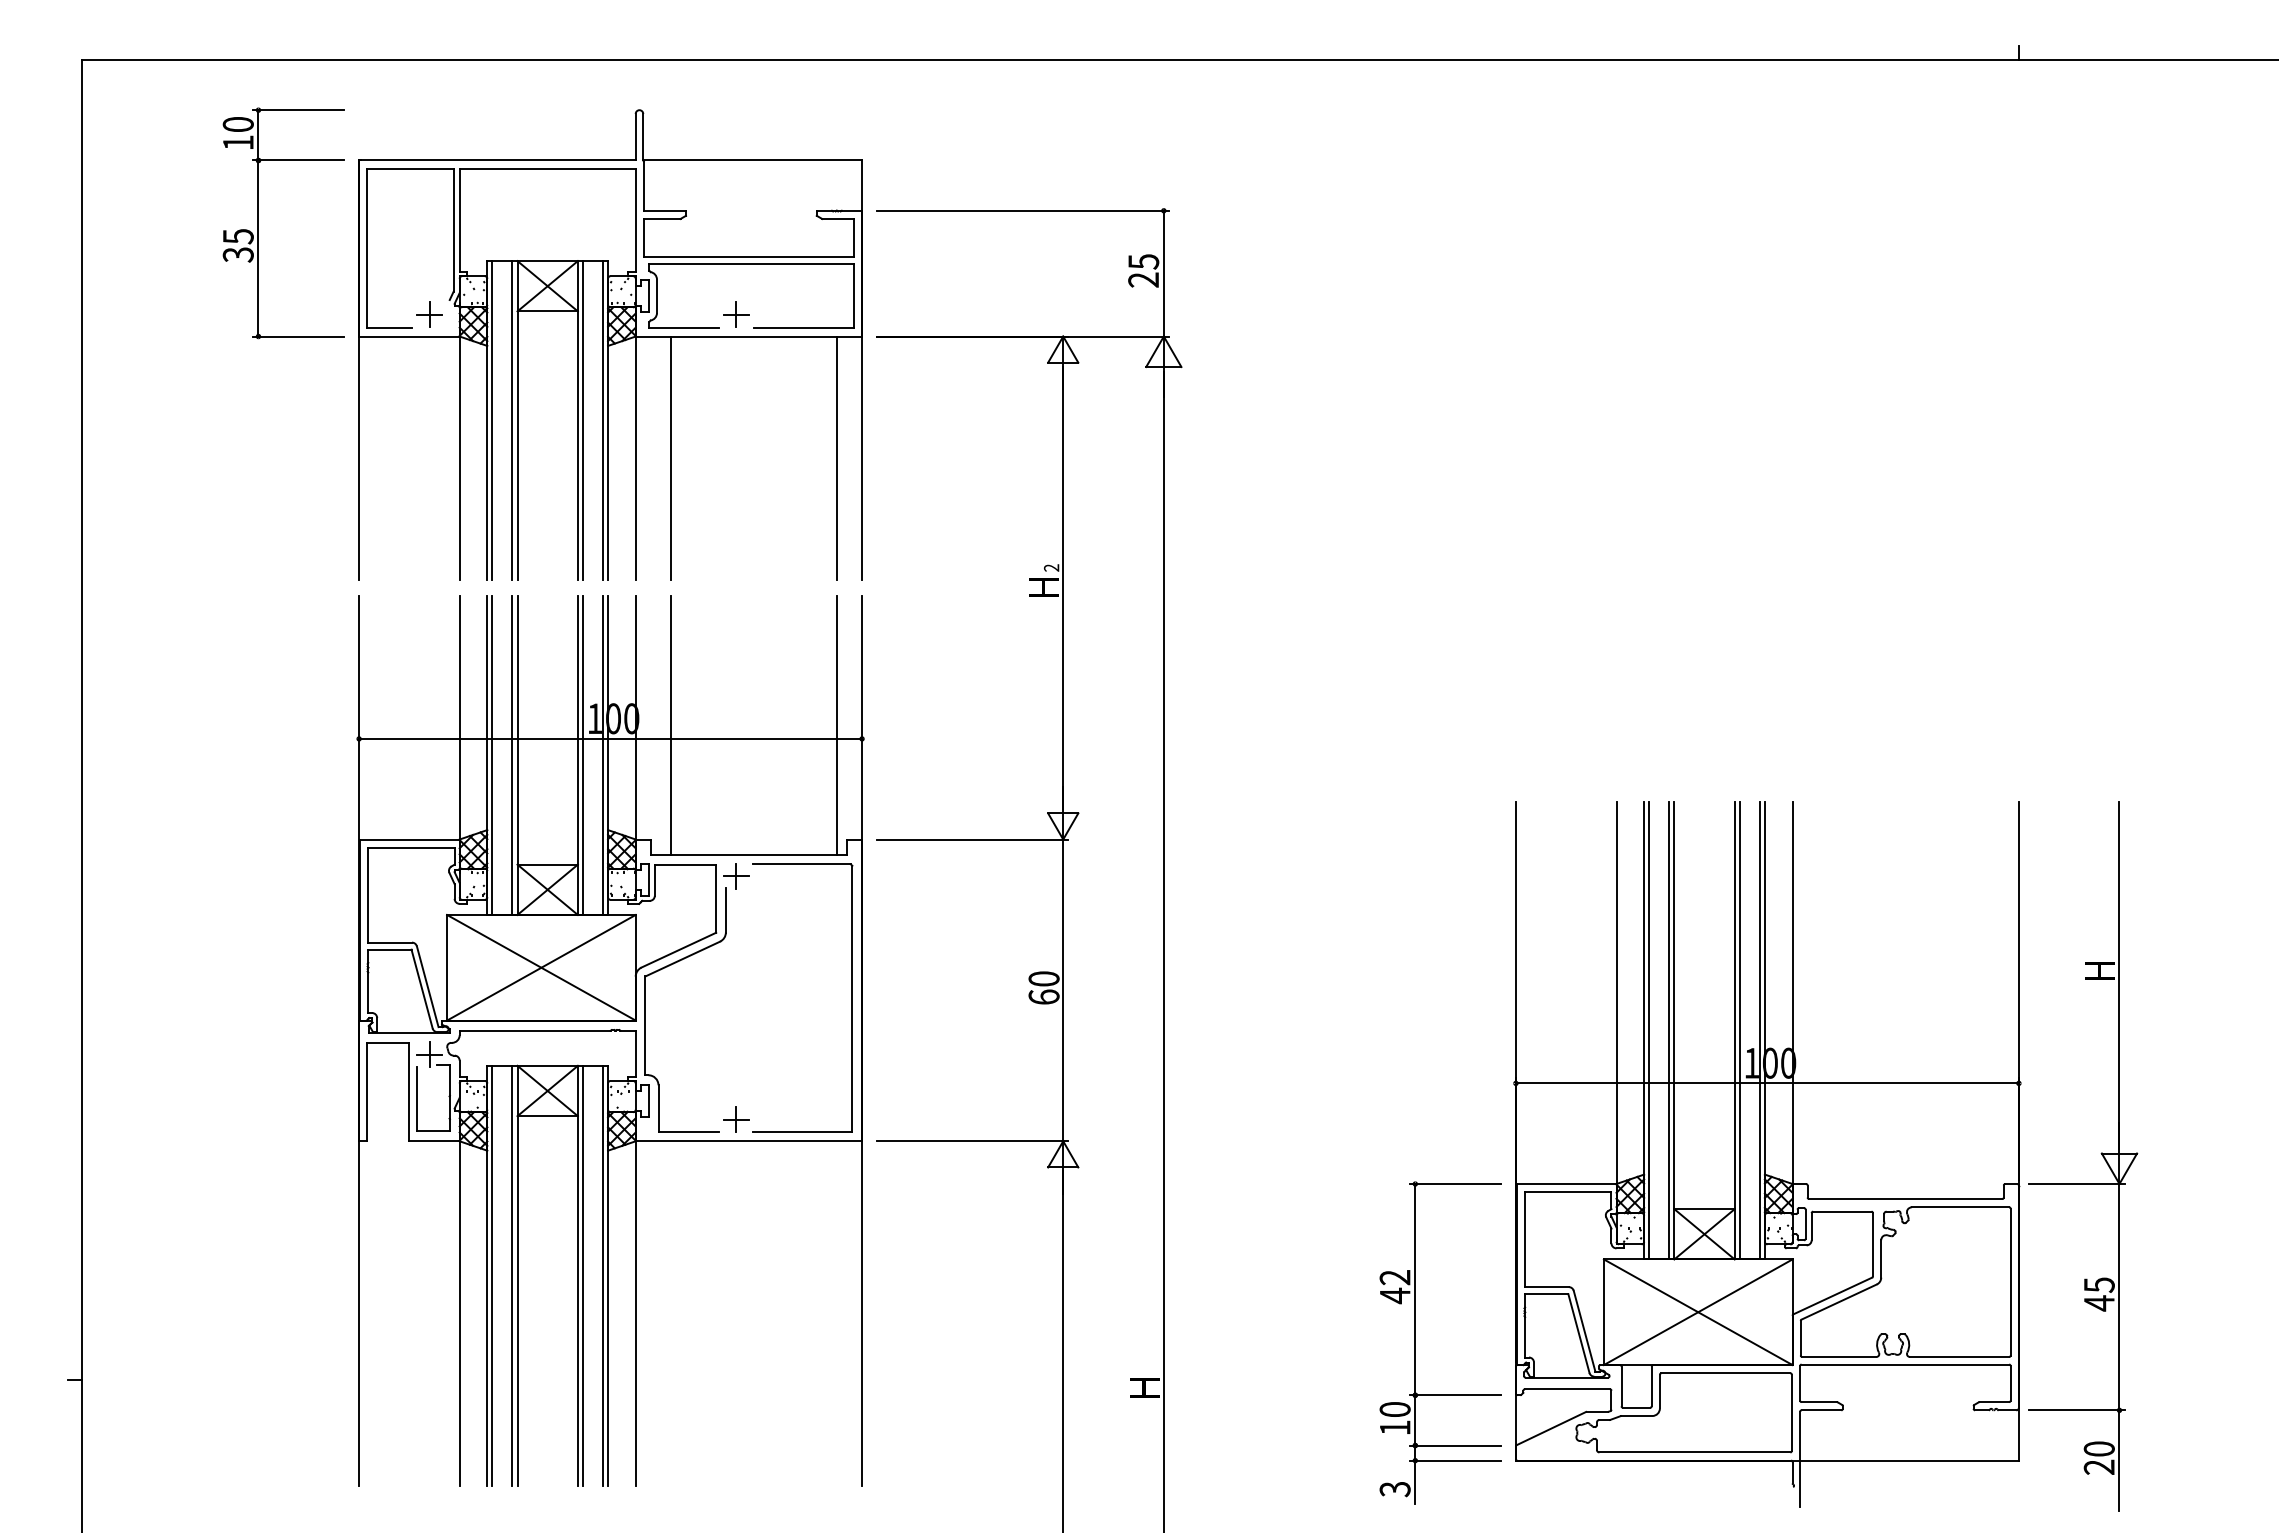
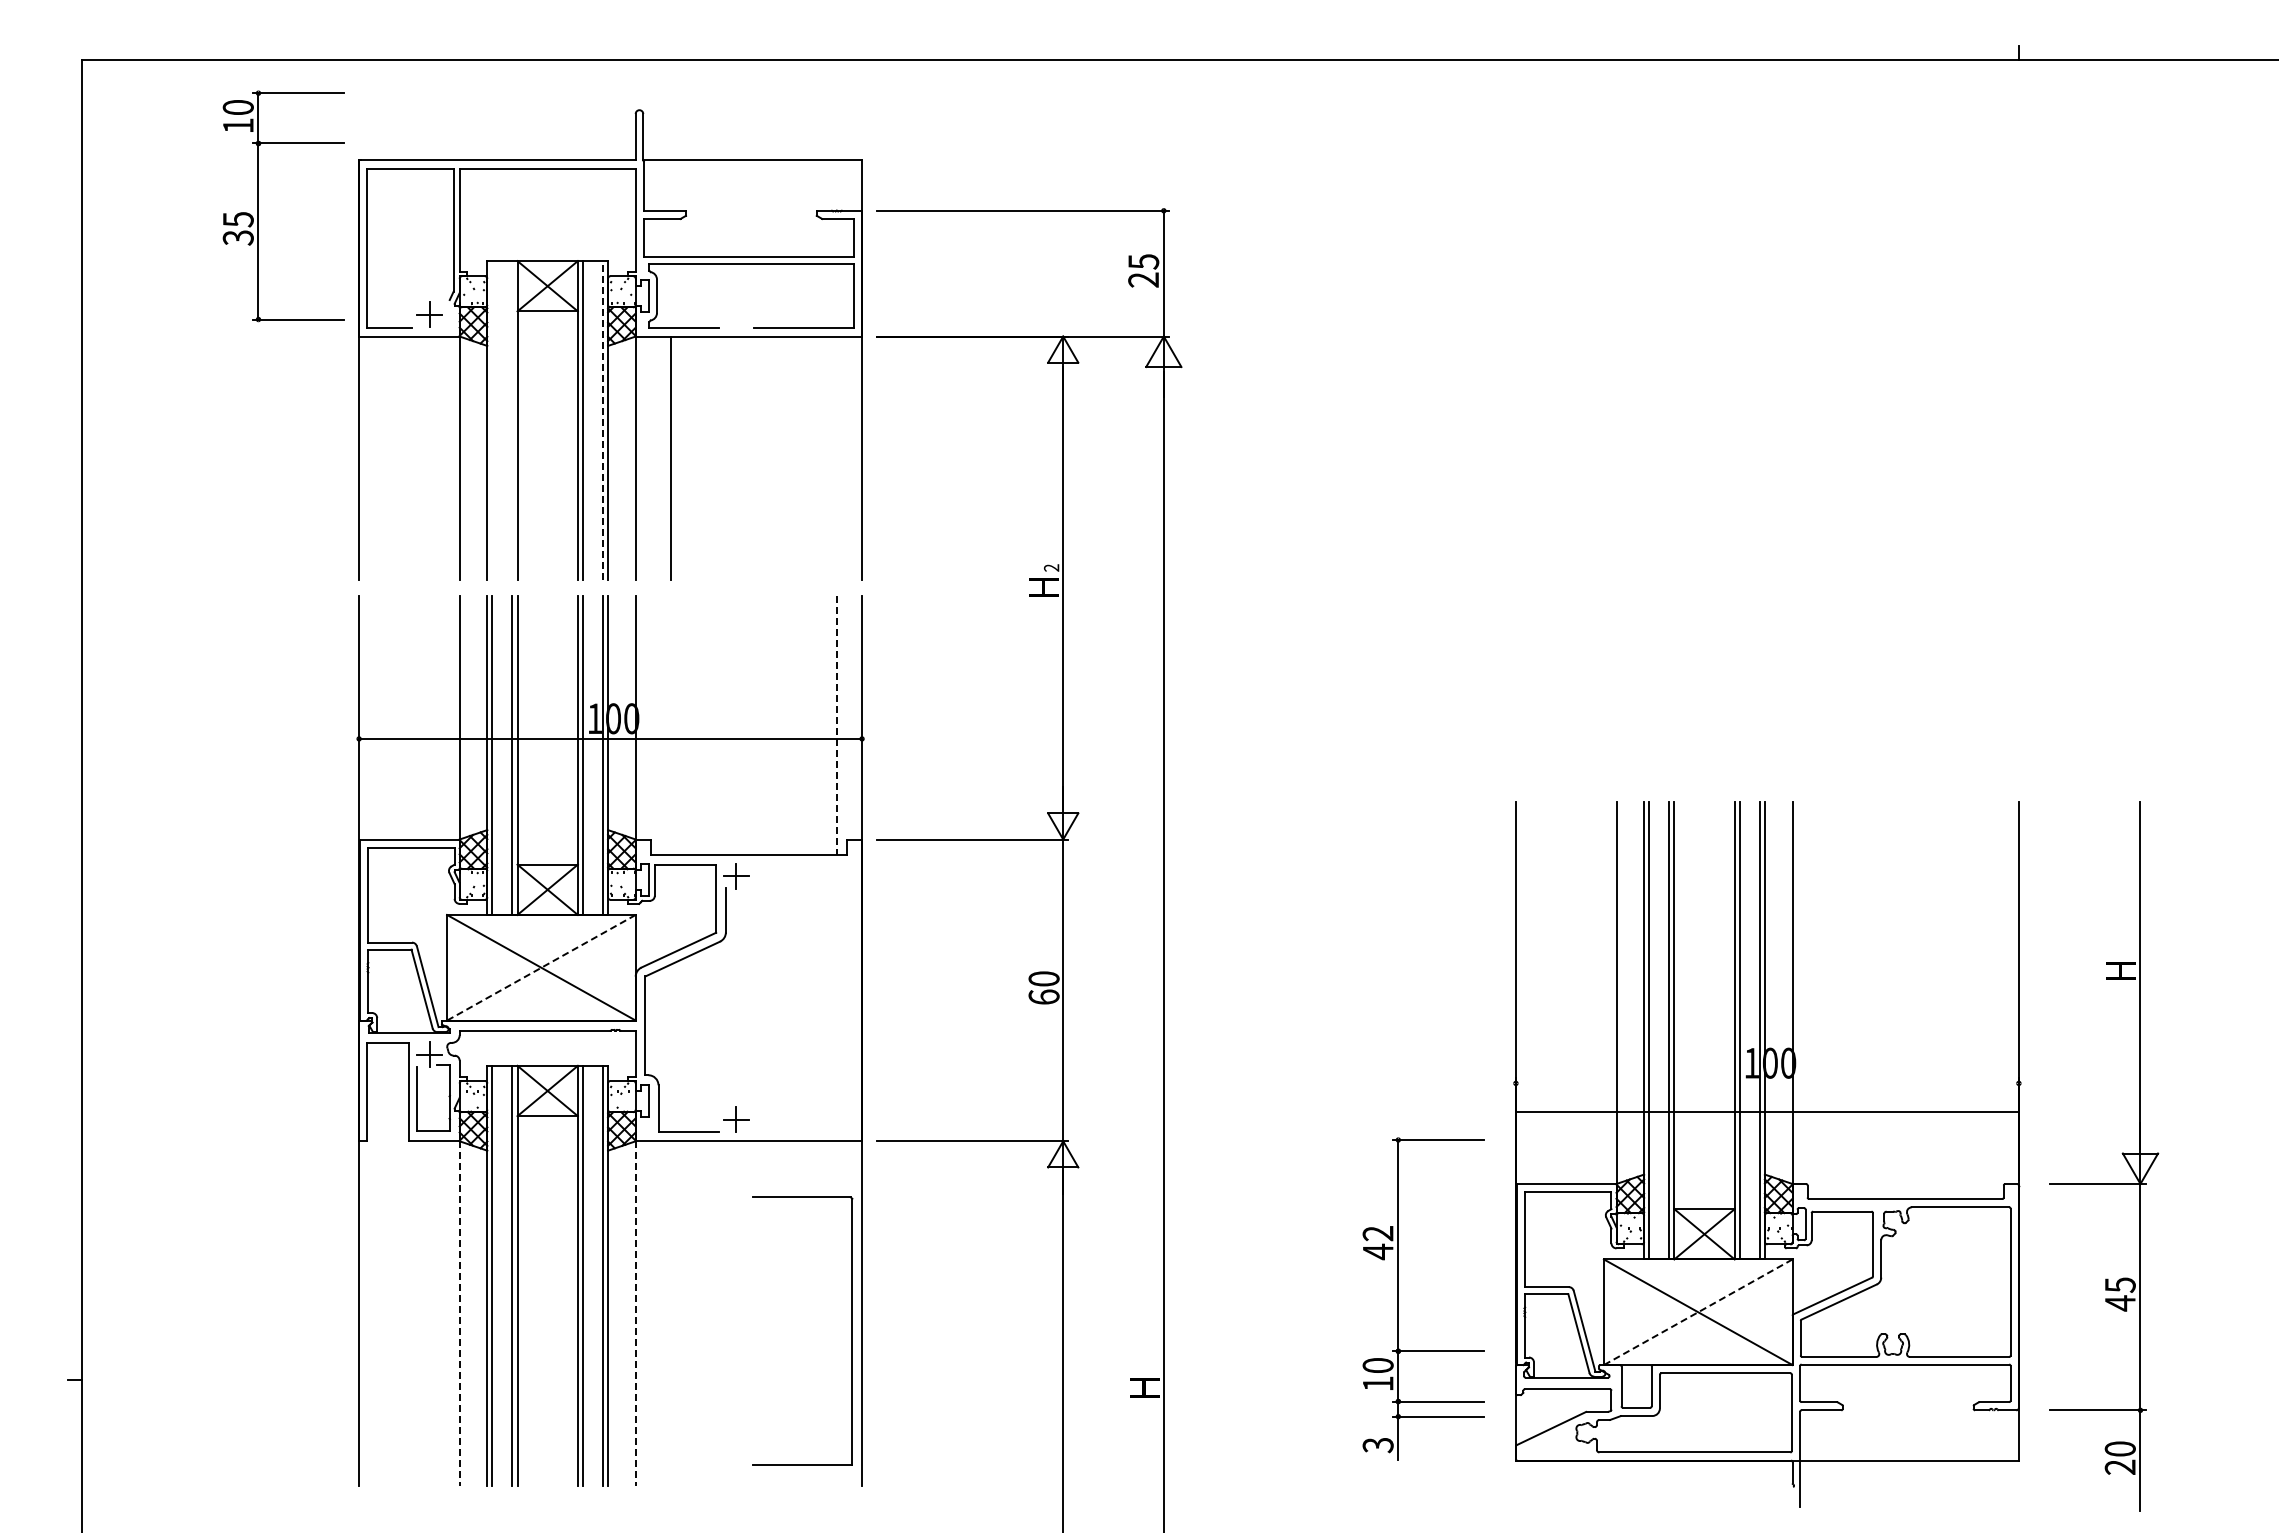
part at (258, 223) position: (258, 223) -> (258, 206)
part at (736, 314): present -> none
line at (492, 420): present -> none
line at (512, 420): present -> none
line at (603, 420): solid -> dashed
line at (836, 458): present -> none
line at (670, 724): present -> none
line at (836, 725): solid -> dashed
line at (540, 968): solid -> dashed
part at (851, 997) position: (851, 997) -> (851, 1330)
line at (1766, 1083) position: (1766, 1083) -> (1766, 1112)
part at (2100, 1153) position: (2100, 1153) -> (2121, 1153)
line at (1697, 1312): solid -> dashed
line at (459, 1314): solid -> dashed
line at (635, 1314): solid -> dashed
part at (1415, 1342) position: (1415, 1342) -> (1398, 1298)
